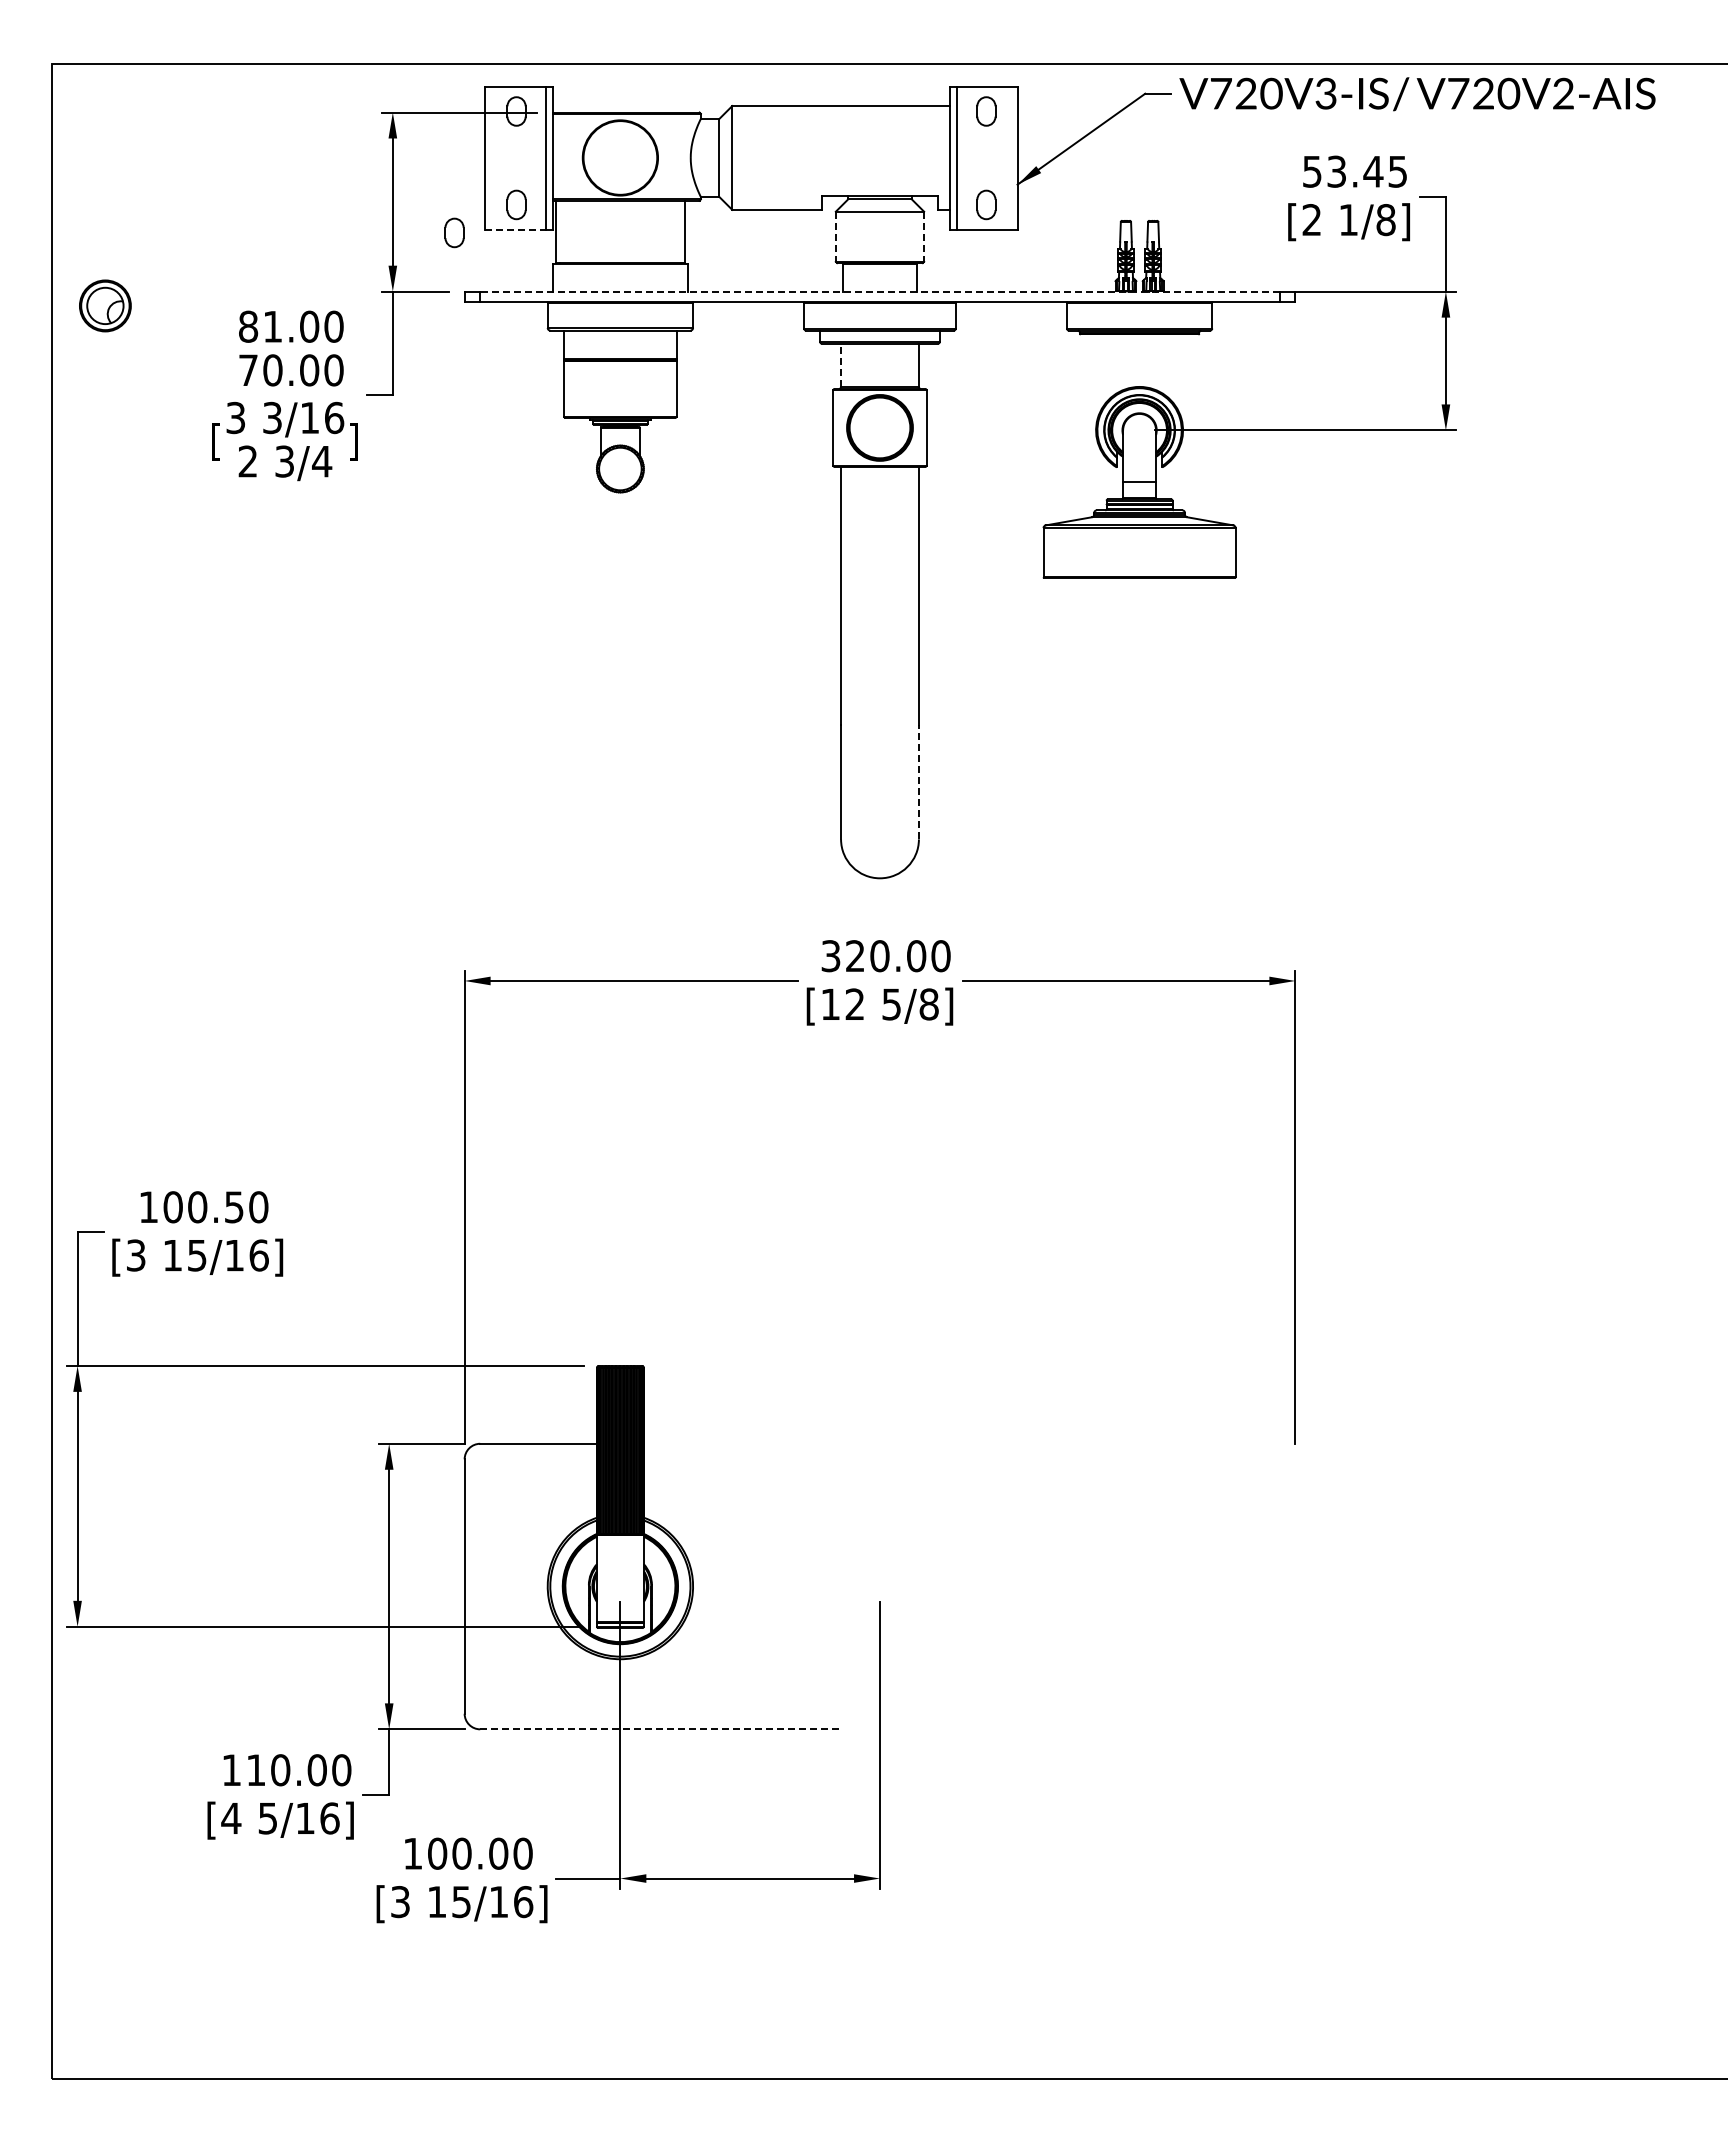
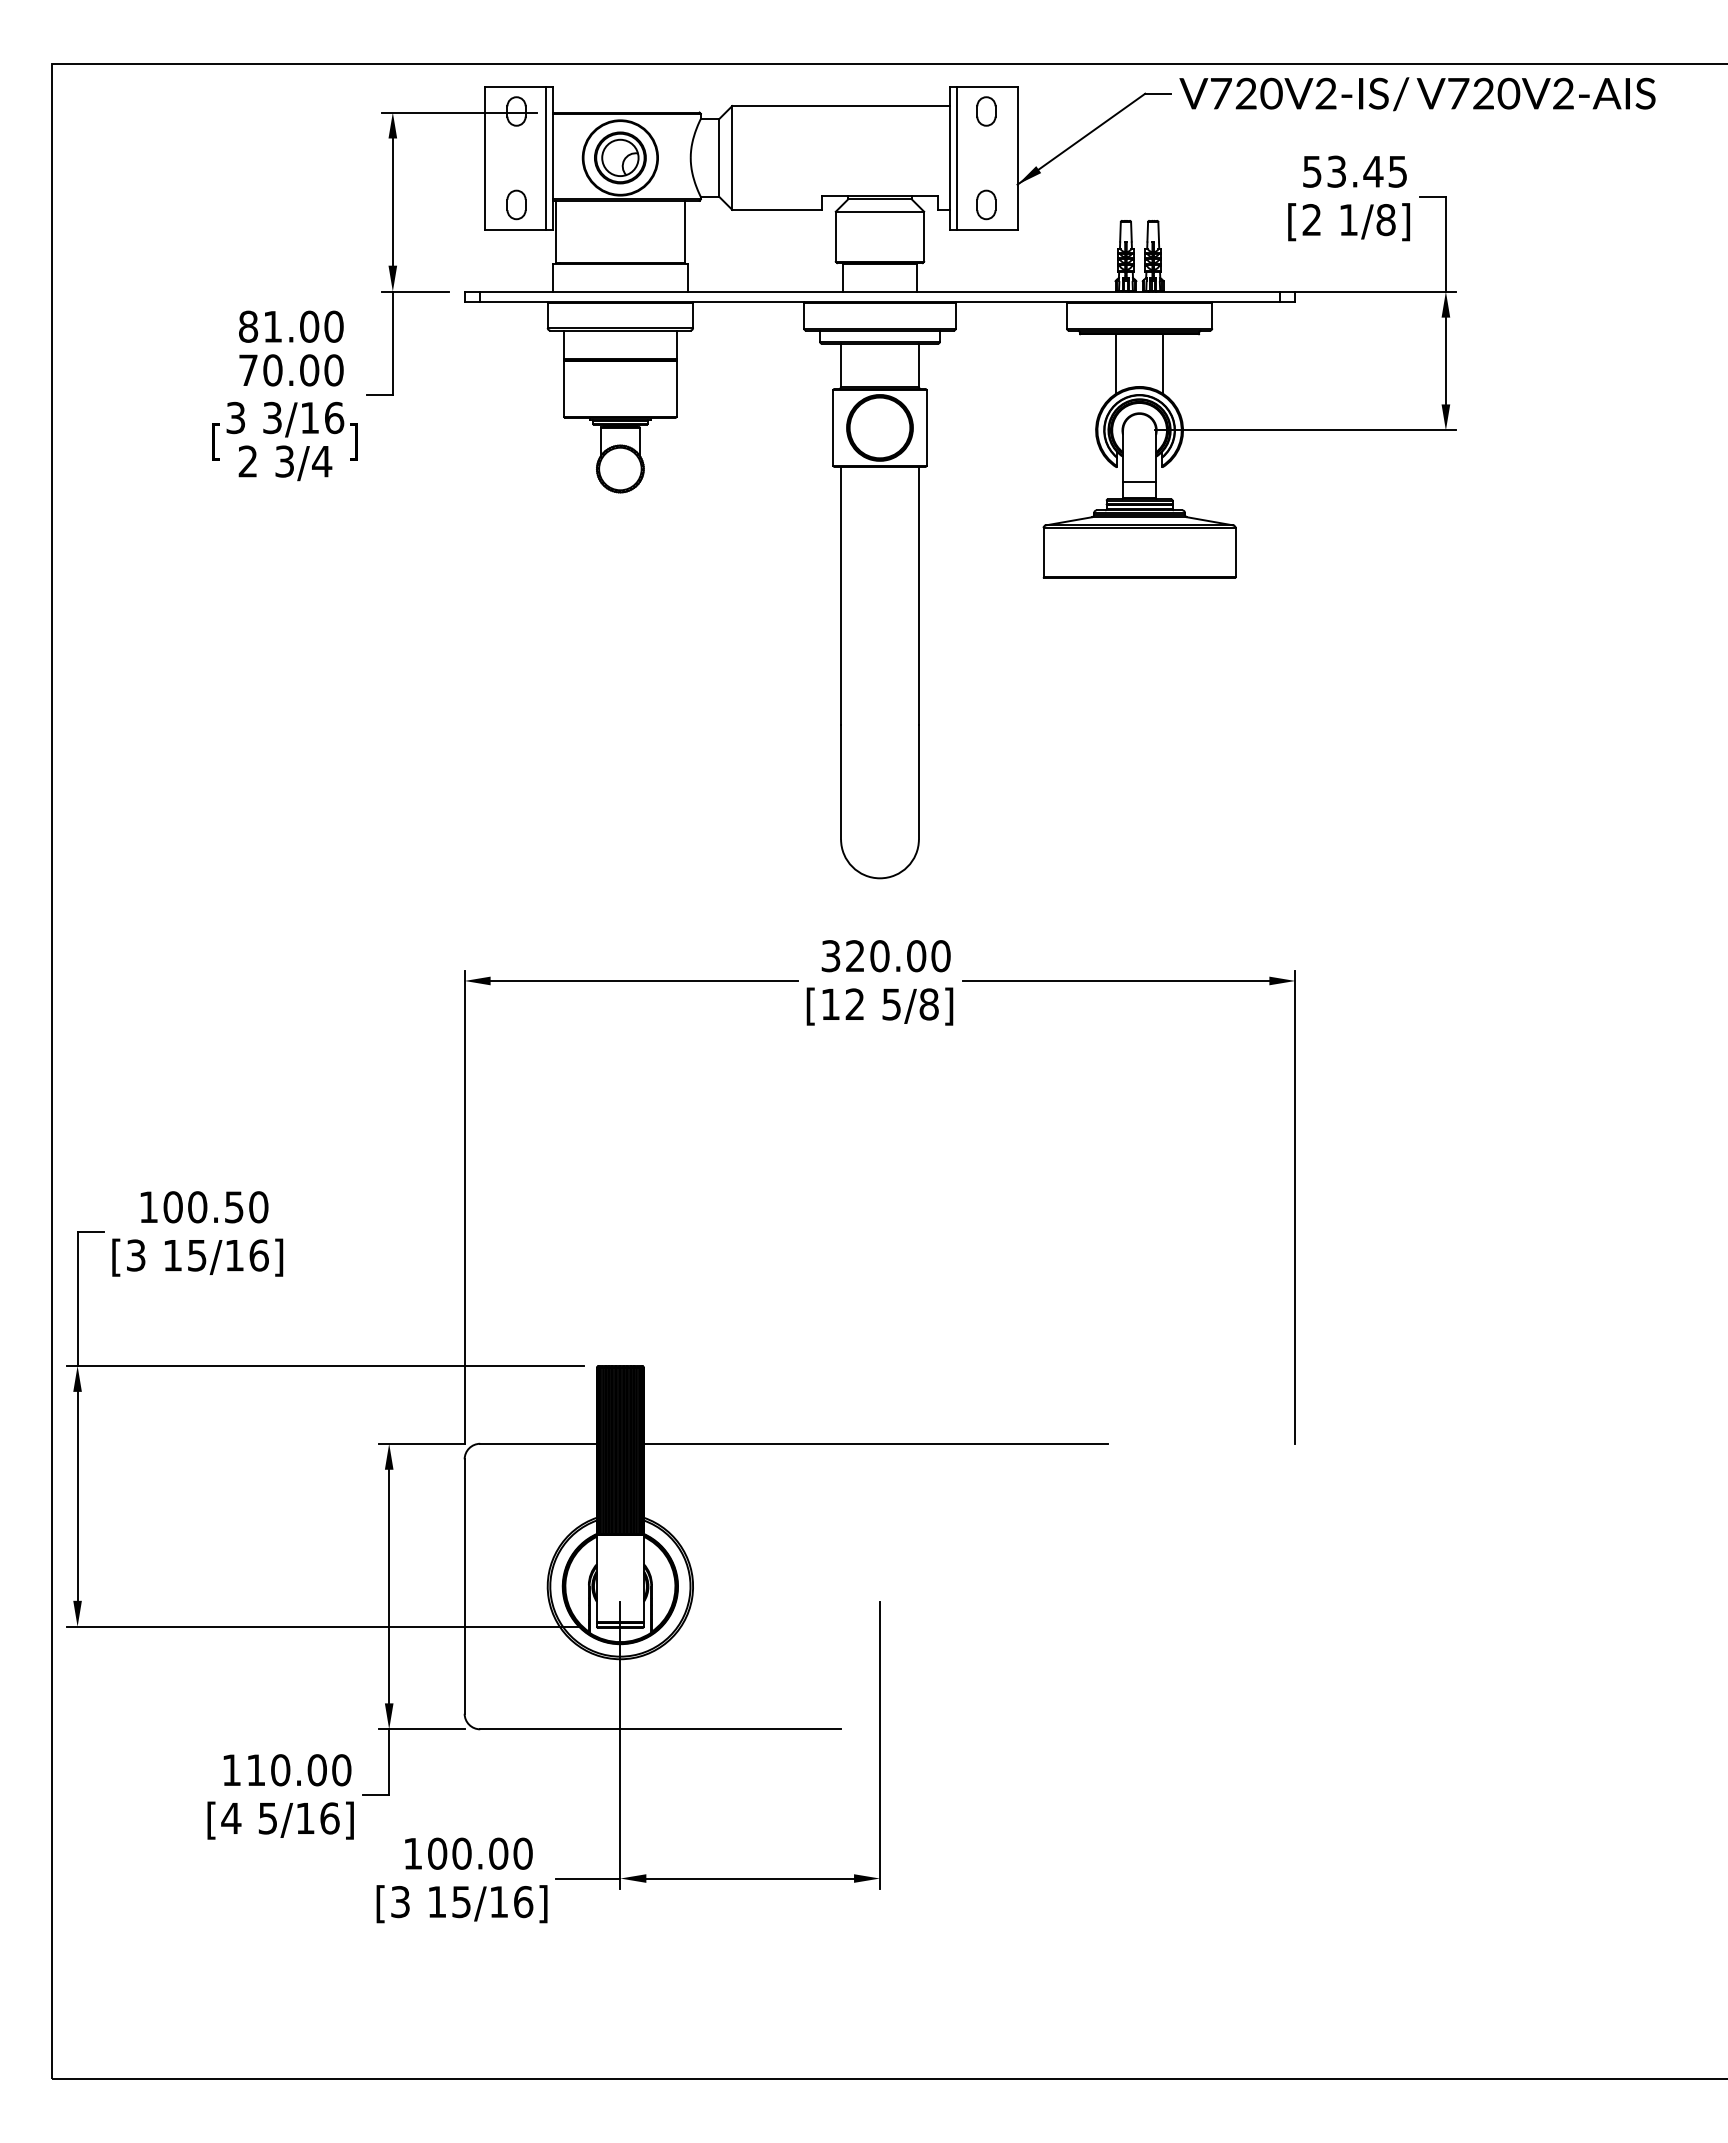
text at (1325, 94): V720V3-IS -> V720V2-IS
line at (516, 229): dashed -> solid
part at (454, 232): present -> none
line at (835, 237): dashed -> solid
line at (924, 237): dashed -> solid
line at (880, 291): dashed -> solid
part at (105, 305) position: (105, 305) -> (620, 157)
line at (1115, 363): none -> present
line at (1163, 363): none -> present
line at (841, 365): dashed -> solid
line at (918, 781): dashed -> solid
line at (875, 1443): none -> present
line at (661, 1729): dashed -> solid
